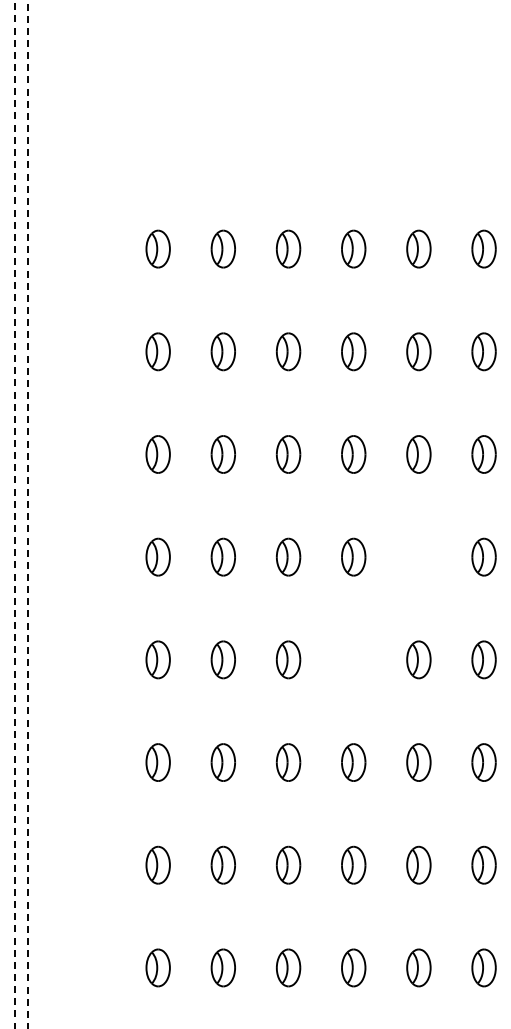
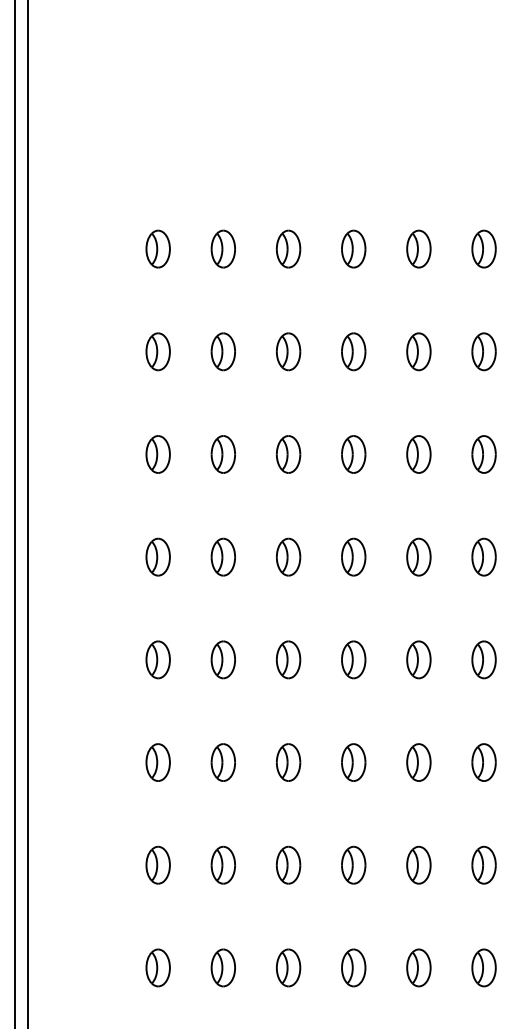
line at (27, 514): dashed -> solid
line at (15, 515): dashed -> solid
part at (418, 556): none -> present
part at (353, 659): none -> present
